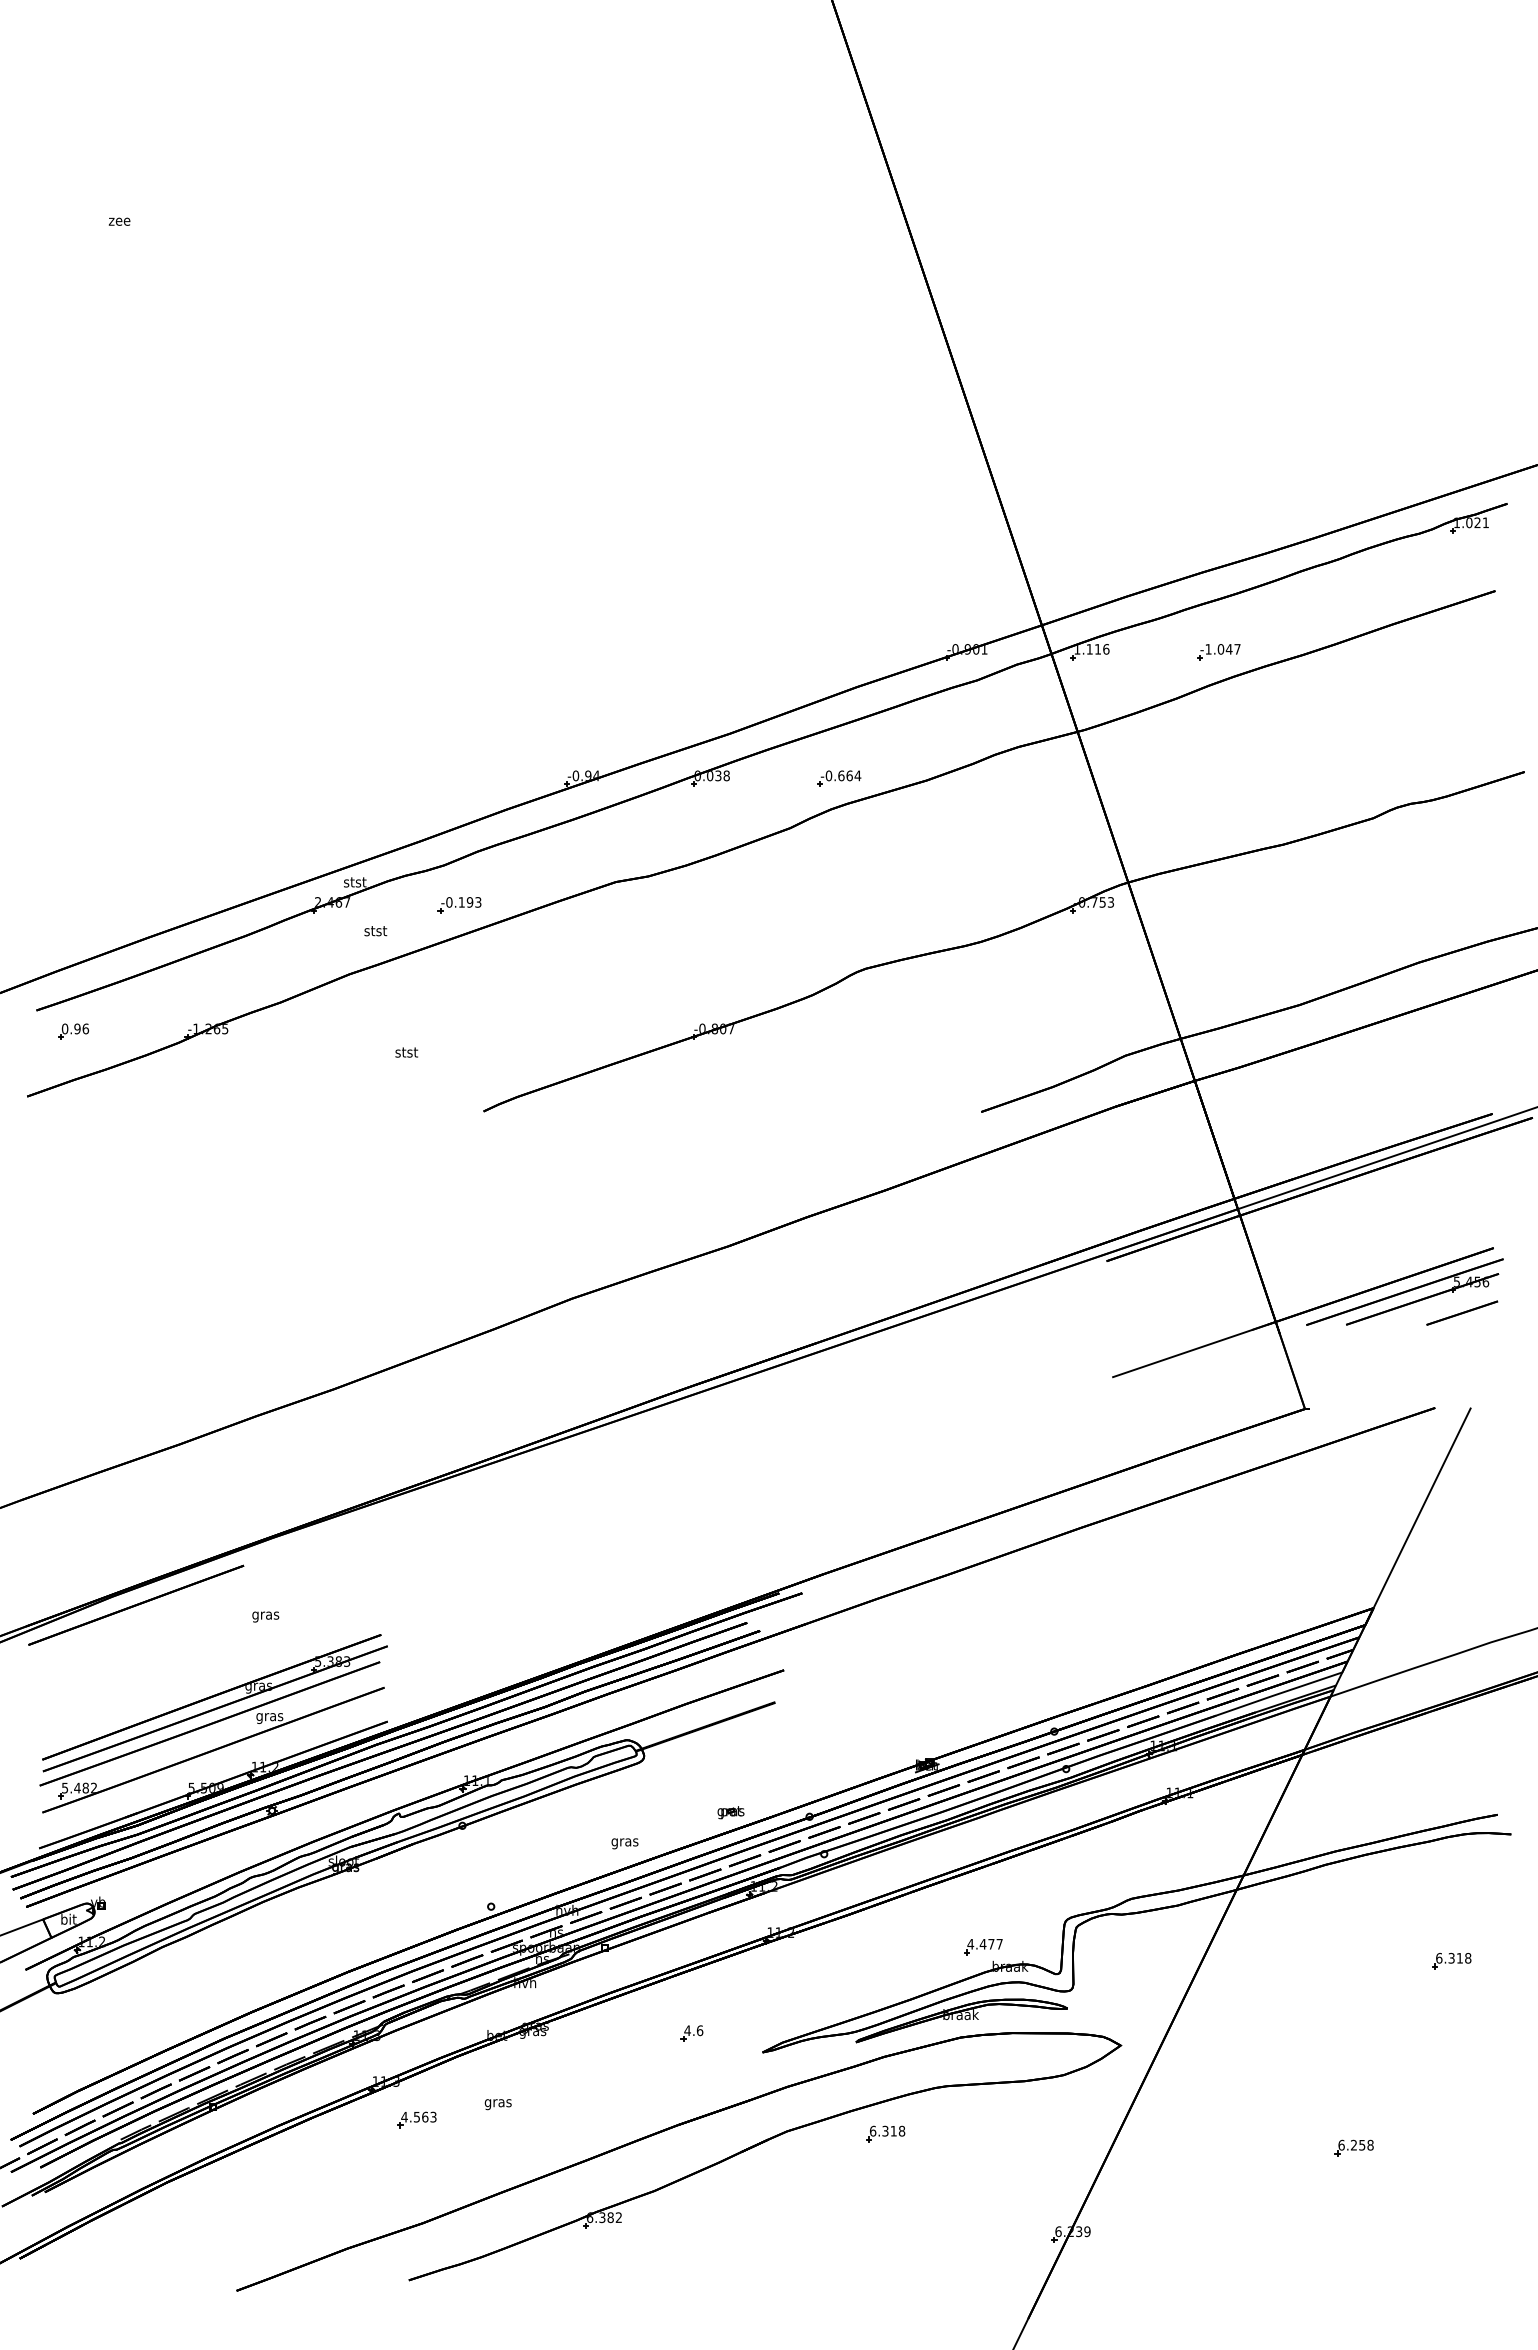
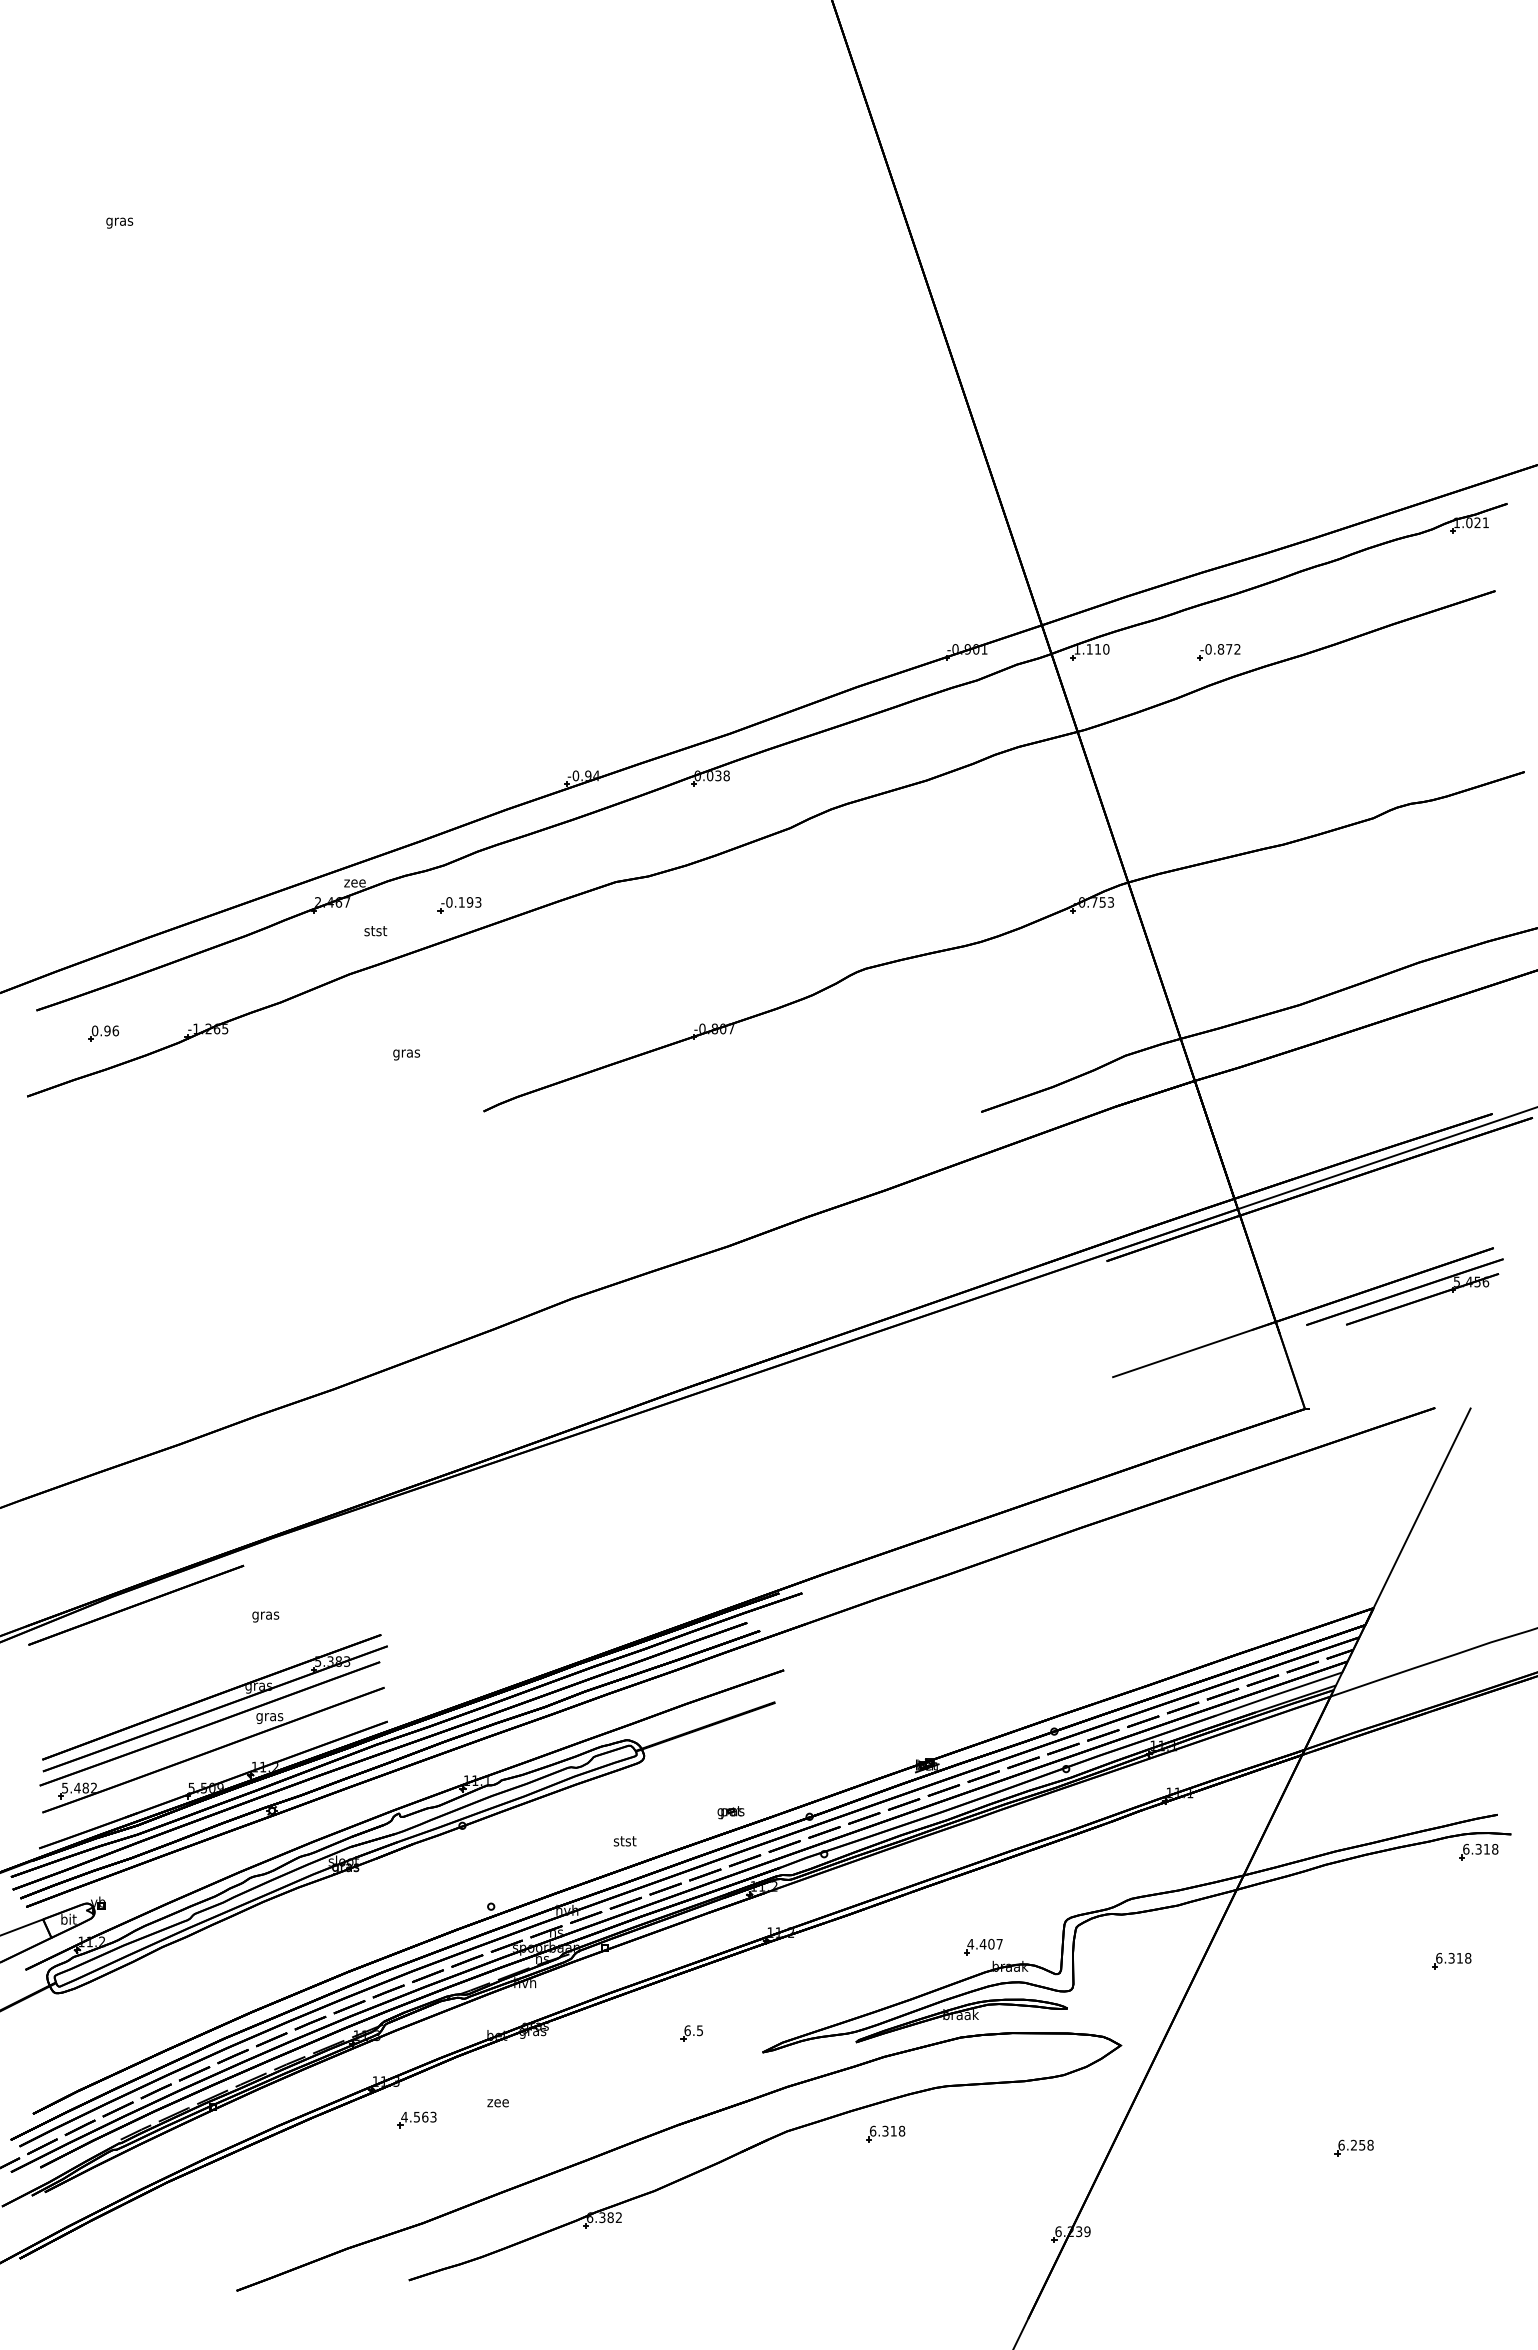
text at (119, 222): zee -> gras
text at (1106, 649): 1.116 -> 1.110
text at (1222, 649): -1.047 -> -0.872
part at (839, 778): present -> none
text at (355, 882): stst -> zee
part at (73, 1031) position: (73, 1031) -> (103, 1033)
text at (406, 1053): stst -> gras
line at (1462, 1312): present -> none
text at (624, 1842): gras -> stst
part at (1478, 1852): none -> present
text at (991, 1943): 4.477 -> 4.407
text at (693, 2030): 4.6 -> 6.5
text at (497, 2104): gras -> zee
